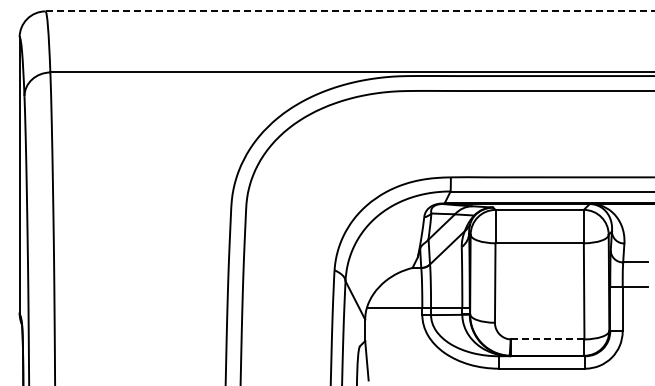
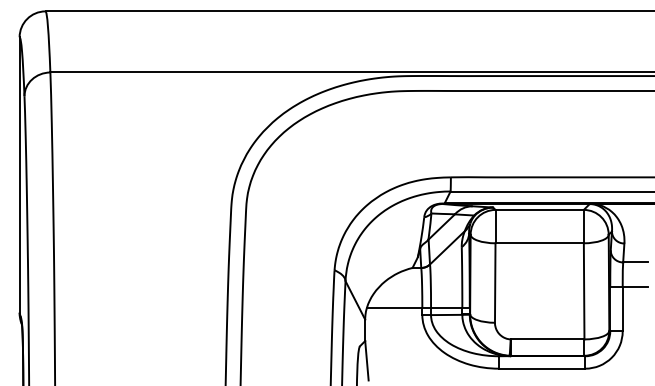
line at (350, 11): dashed -> solid
line at (548, 339): dashed -> solid
